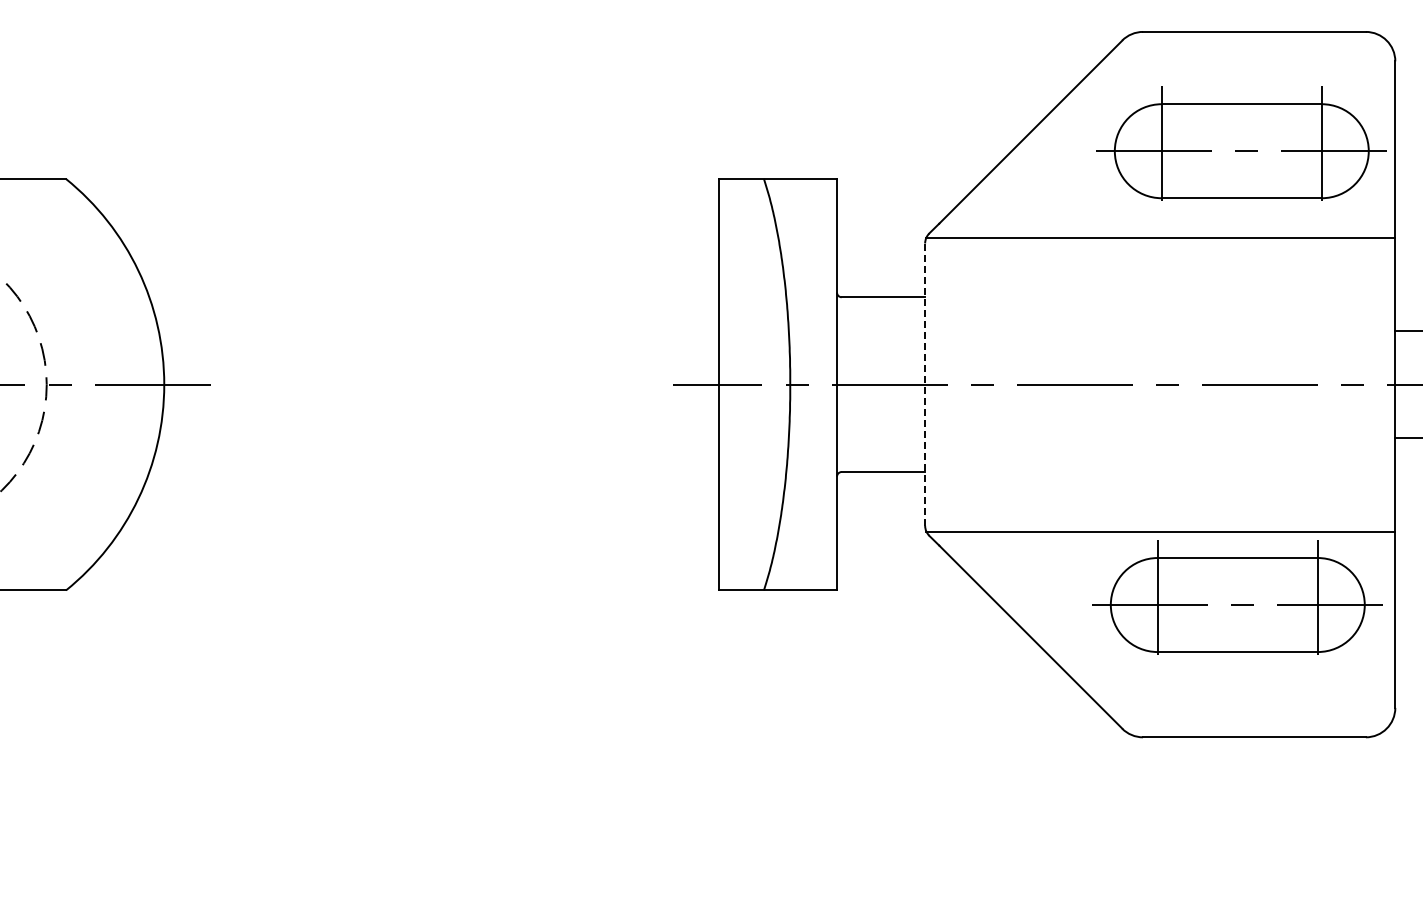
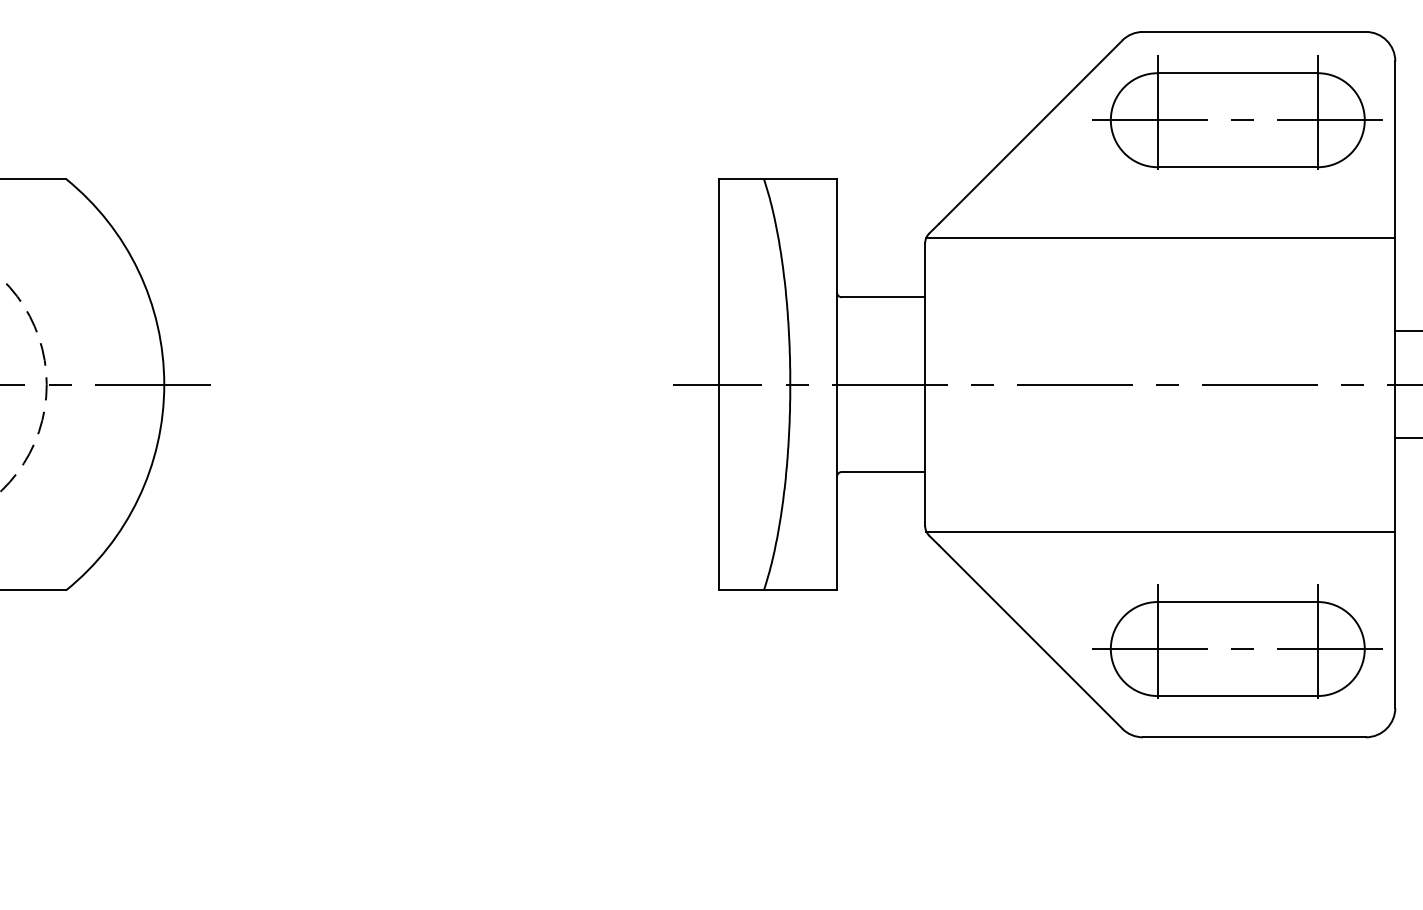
part at (1241, 143) position: (1241, 143) -> (1237, 112)
line at (925, 384): dashed -> solid
part at (1237, 597) position: (1237, 597) -> (1237, 641)
